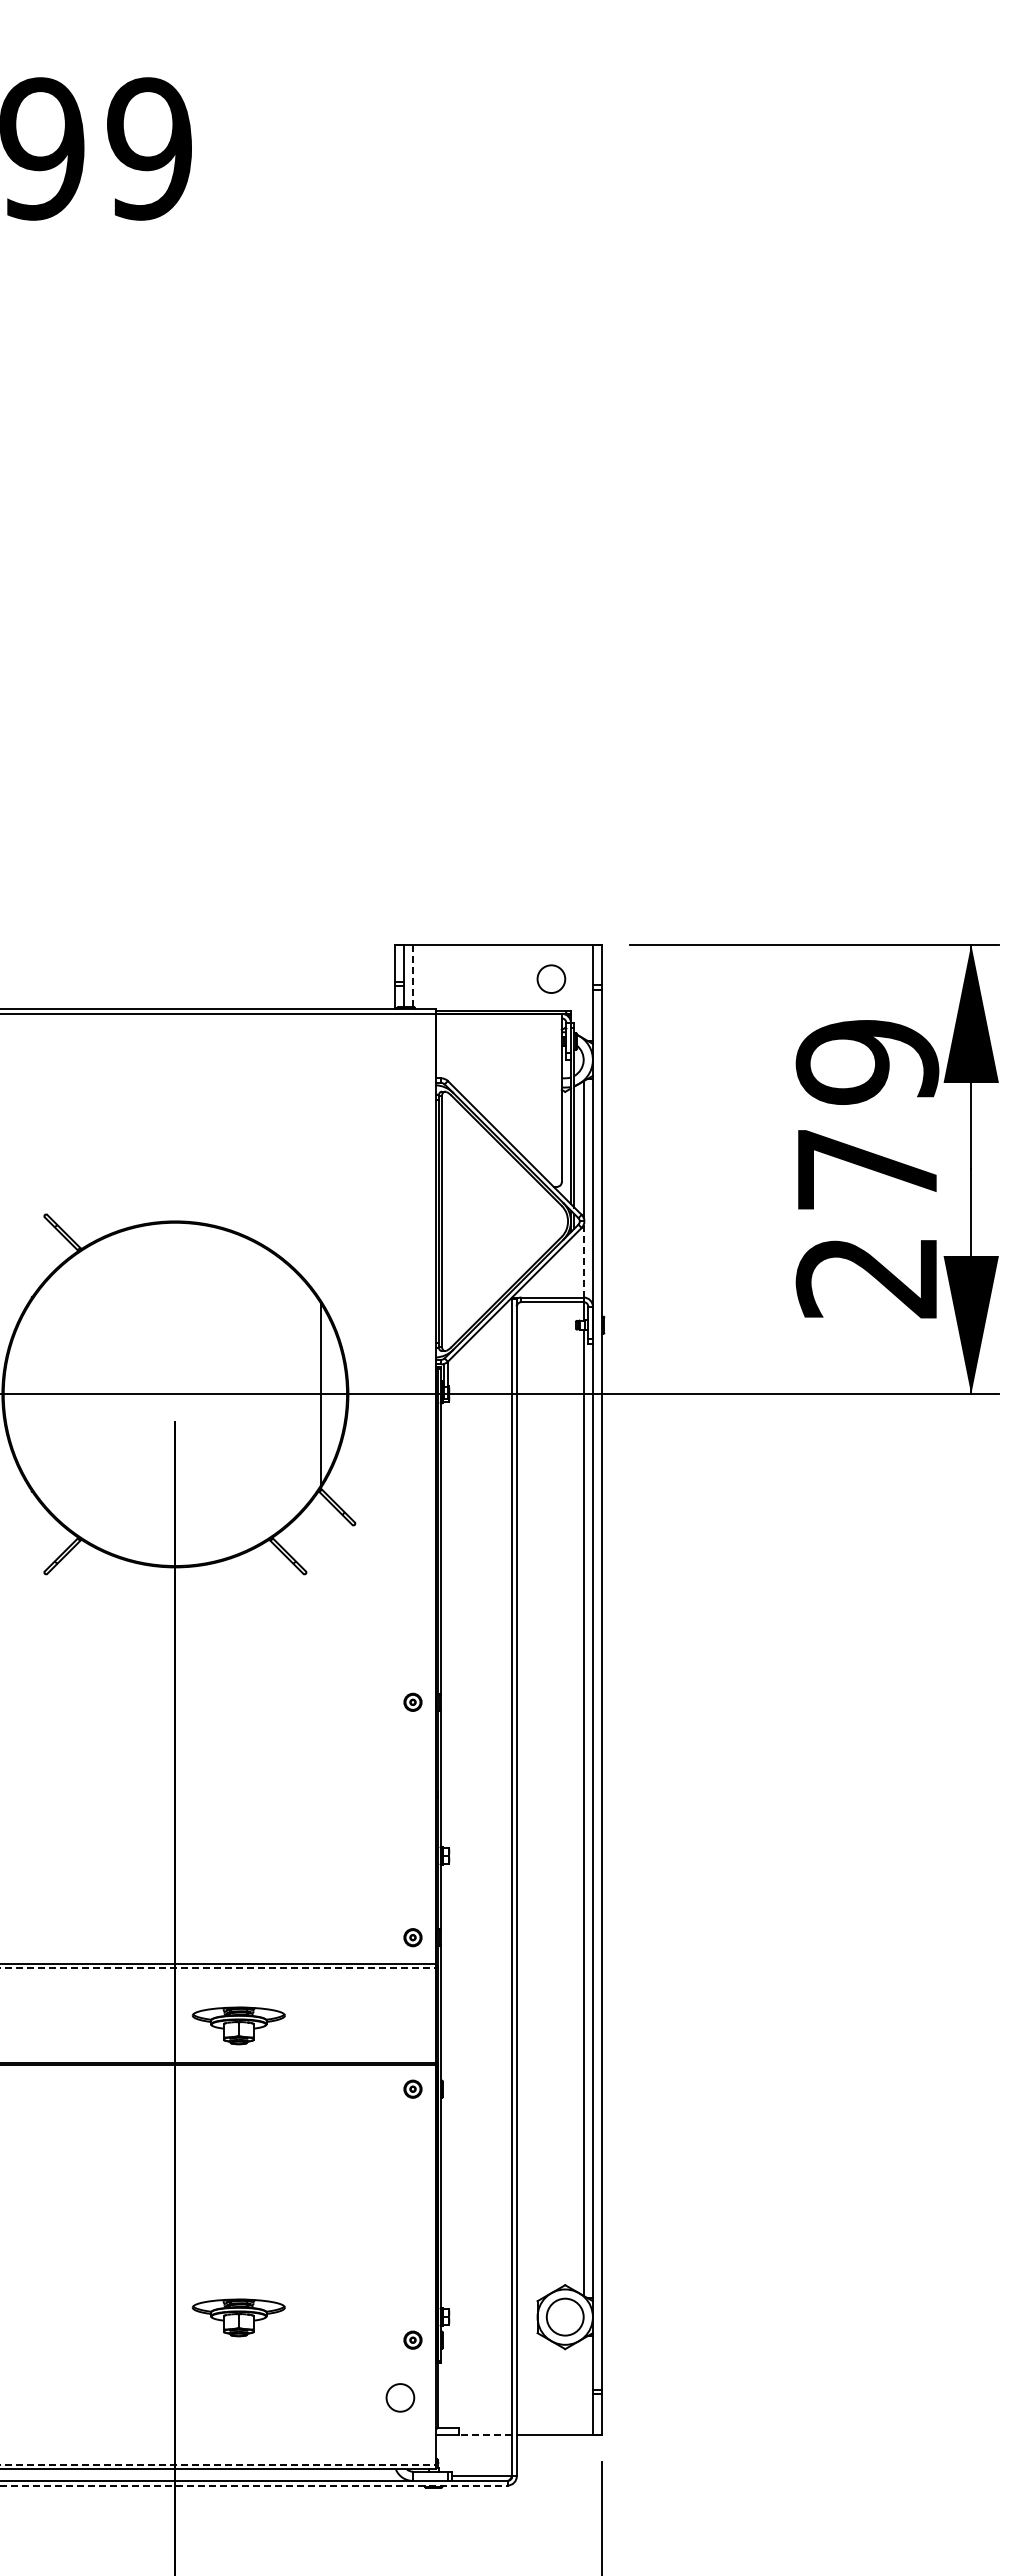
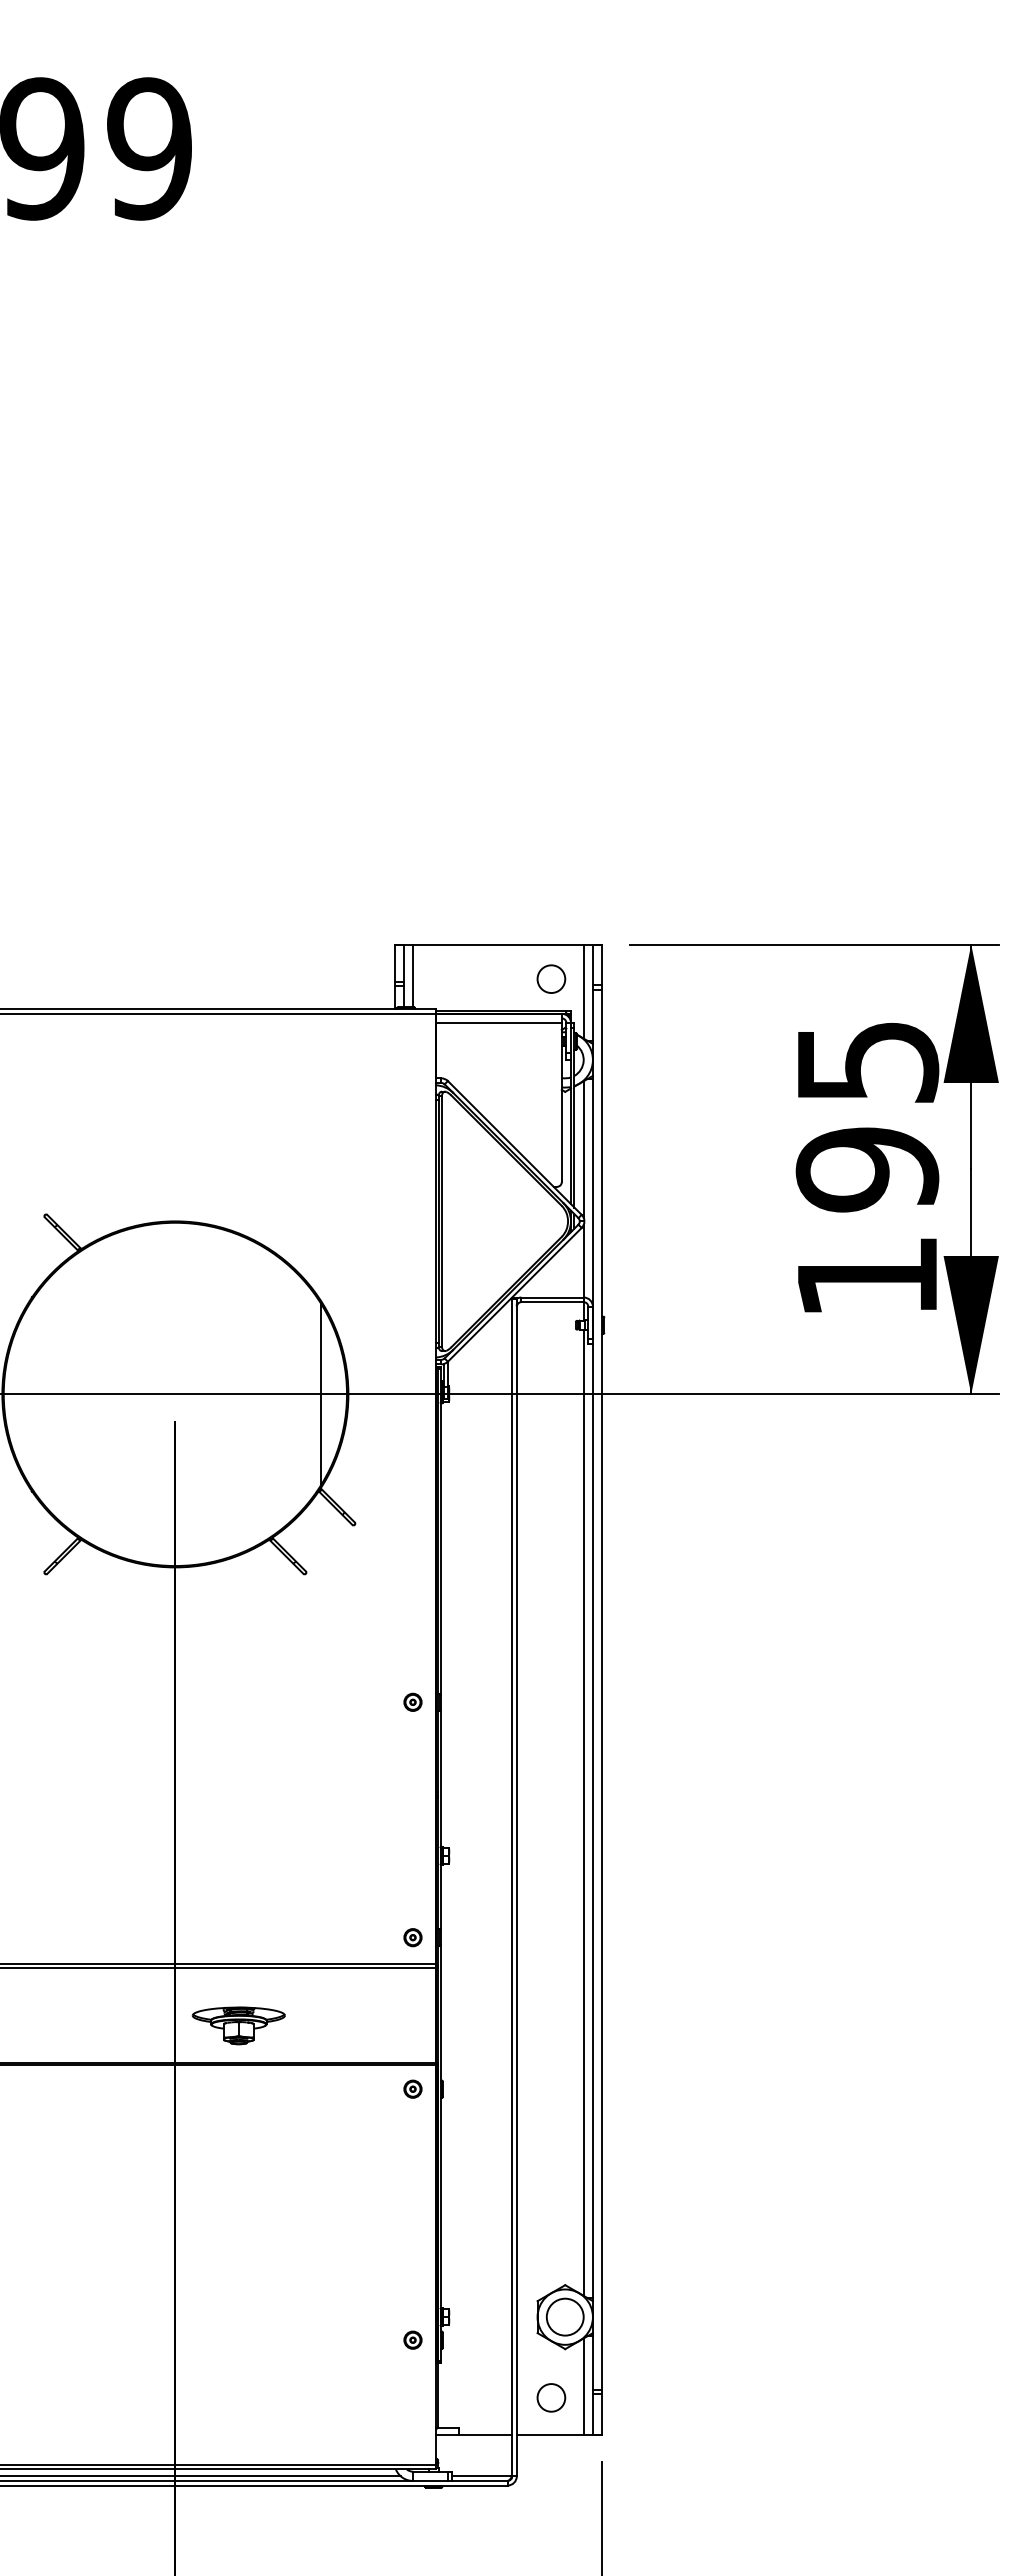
line at (413, 976): dashed -> solid
line at (583, 991): none -> present
line at (498, 1023): none -> present
text at (867, 1169): 279 -> 195
line at (583, 1261): dashed -> solid
line at (218, 1968): dashed -> solid
part at (238, 2317): present -> none
line at (583, 2386): none -> present
circle at (400, 2397) position: (400, 2397) -> (551, 2397)
line at (485, 2434): dashed -> solid
line at (218, 2464): dashed -> solid
line at (201, 2476): none -> present
line at (254, 2485): dashed -> solid
